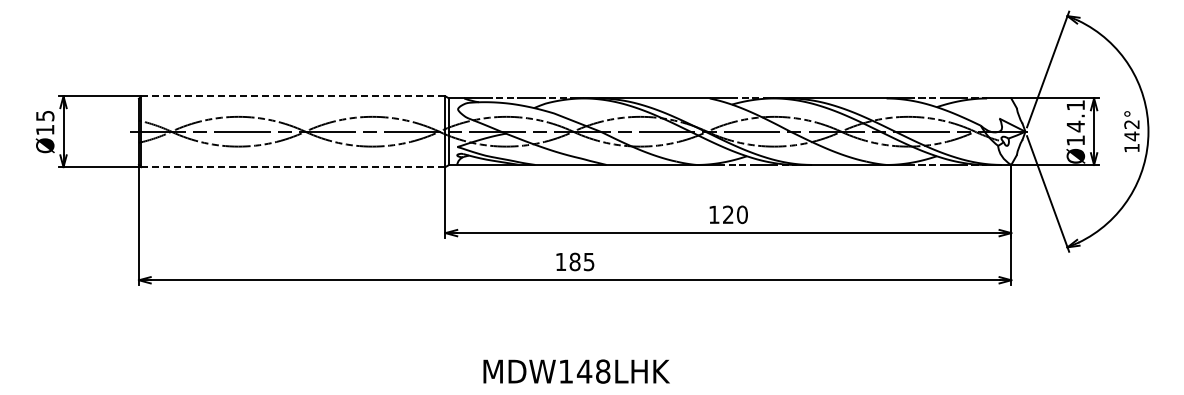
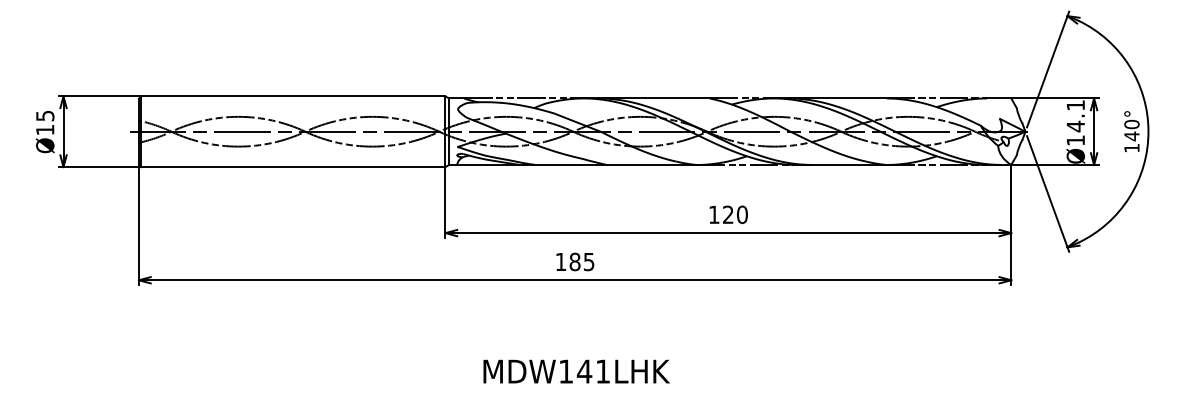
line at (293, 96): dashed -> solid
text at (1131, 124): 142° -> 140°
line at (293, 167): dashed -> solid
text at (603, 371): MDW148LHK -> MDW141LHK
